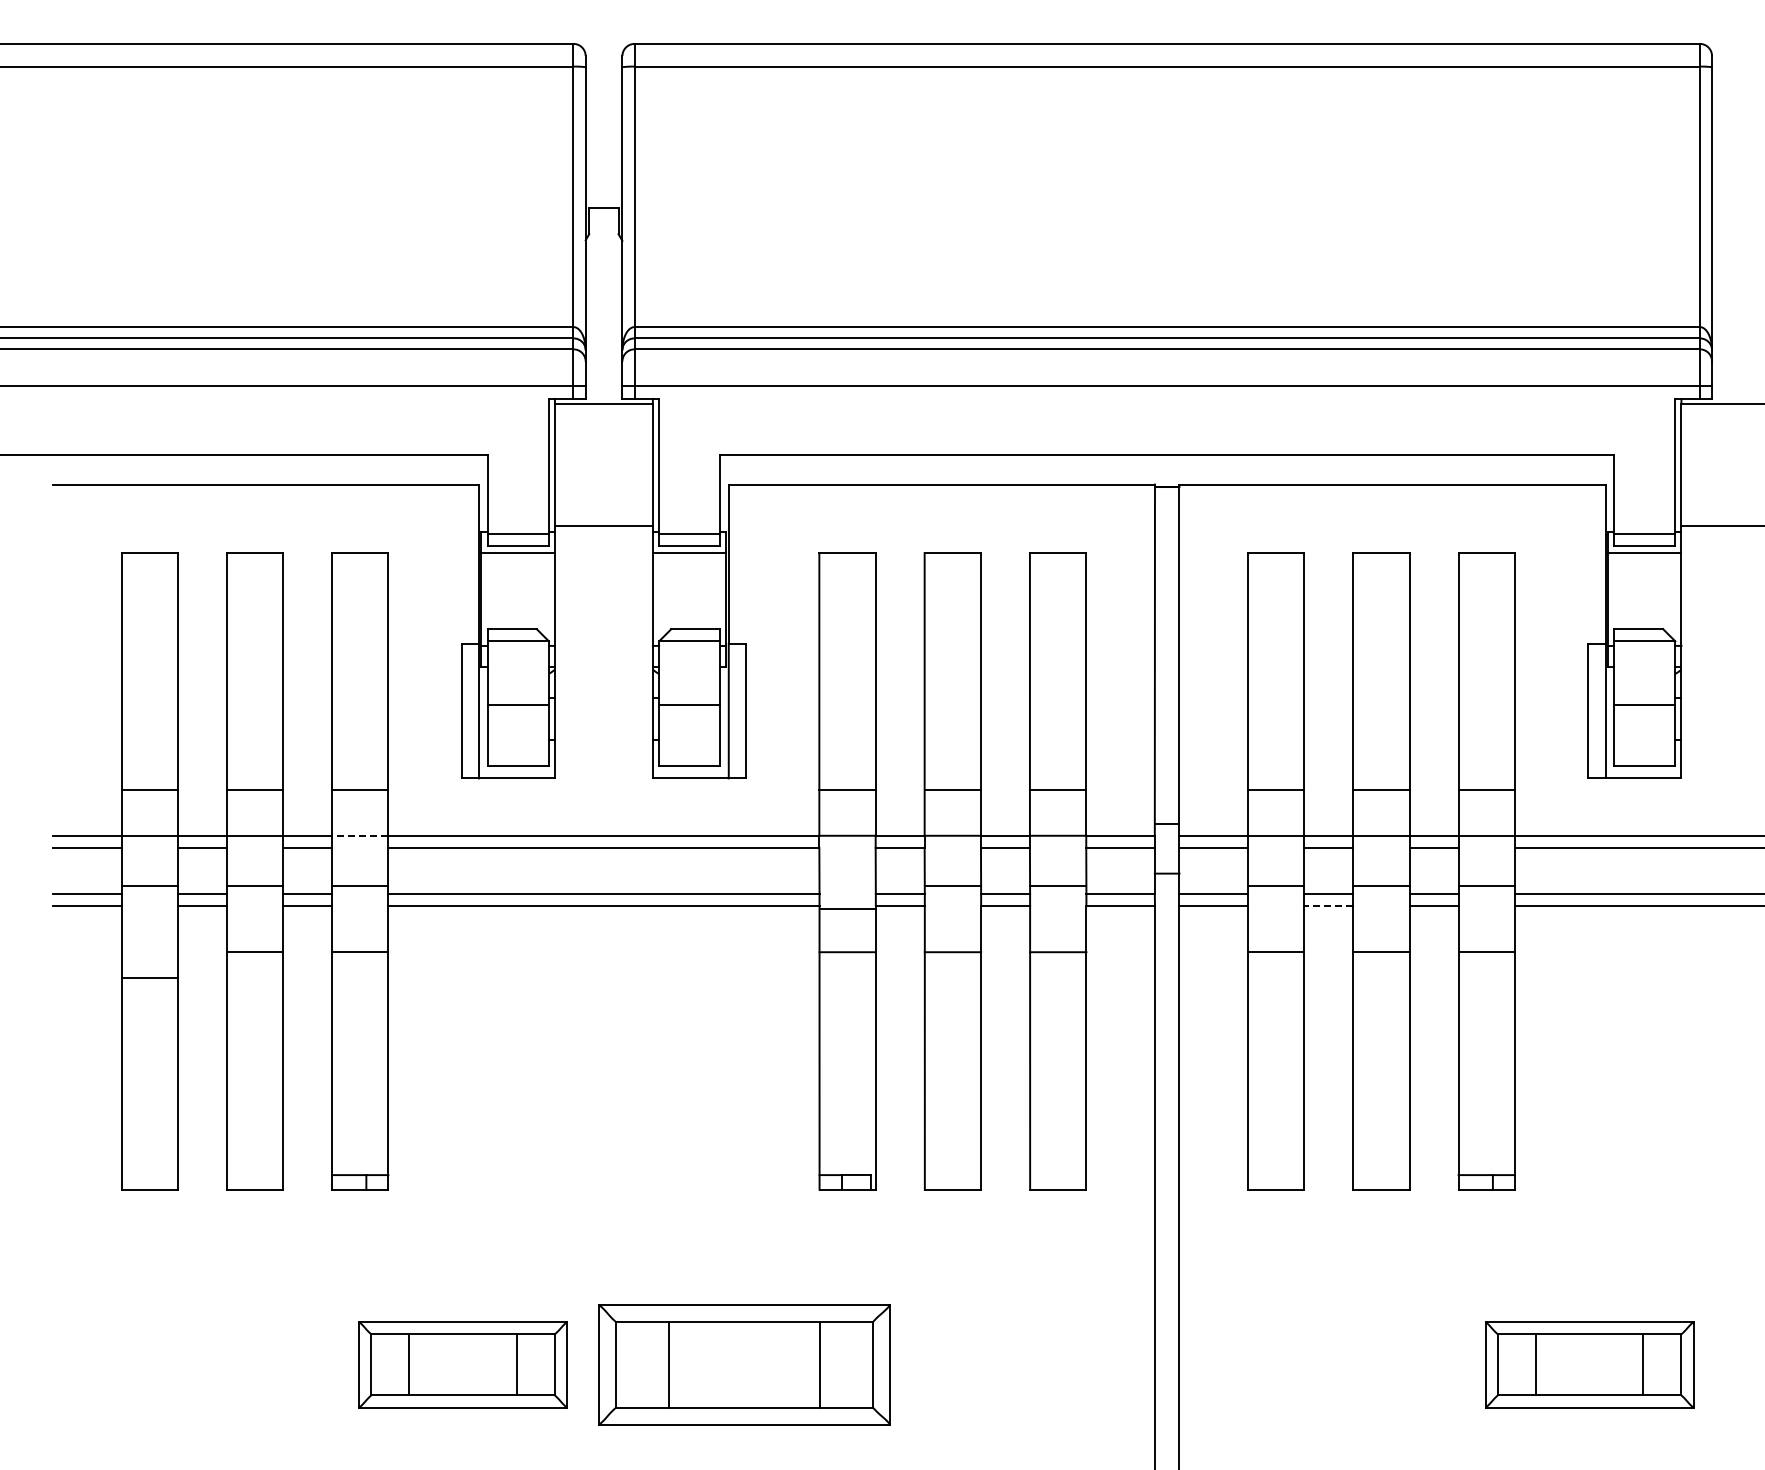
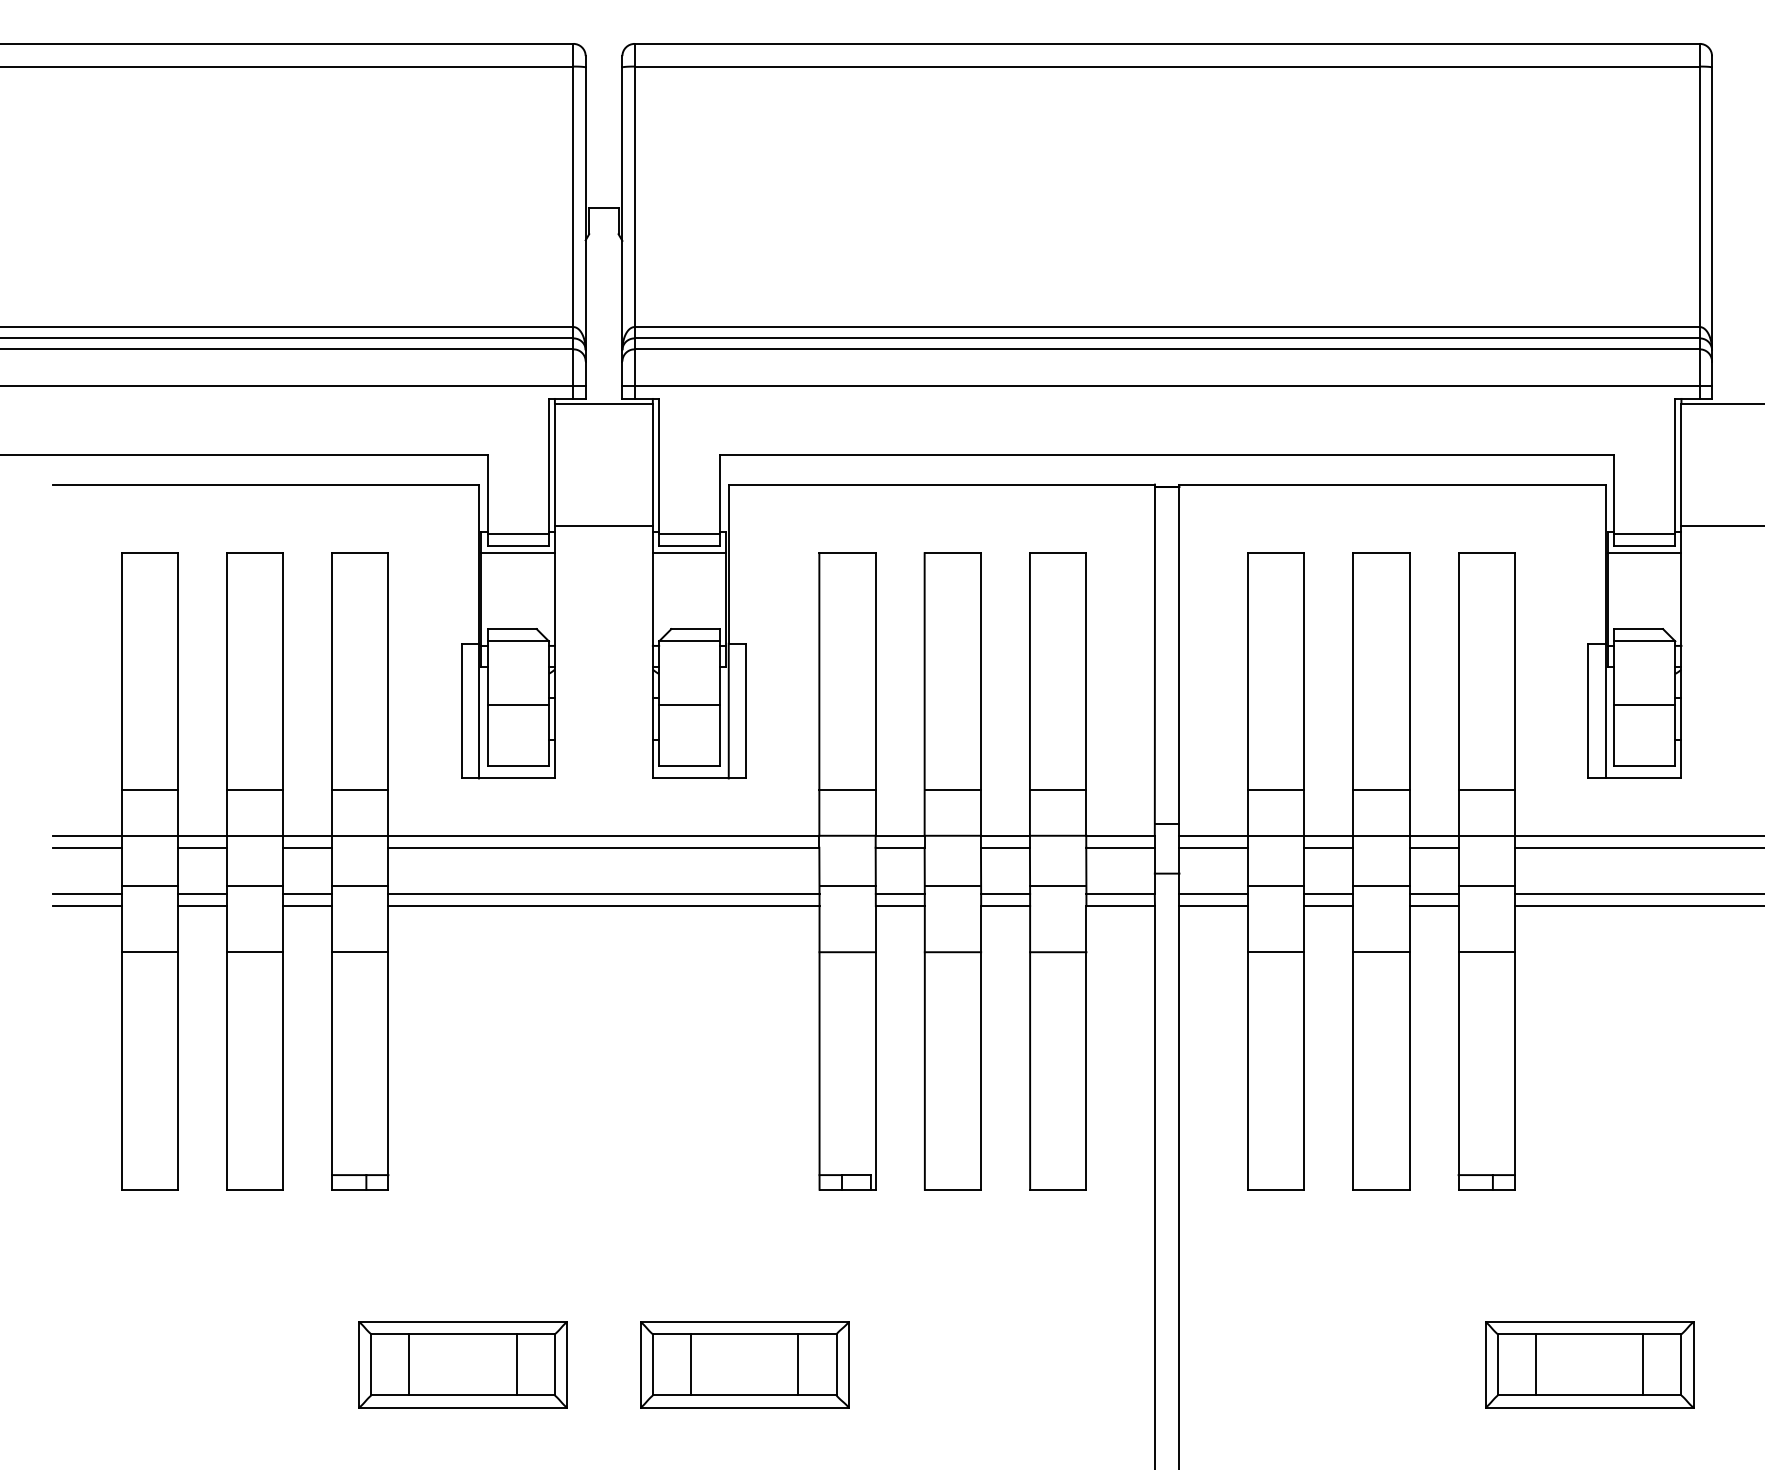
line at (359, 835): dashed -> solid
line at (1328, 906): dashed -> solid
line at (847, 908) position: (847, 908) -> (847, 885)
line at (149, 978) position: (149, 978) -> (149, 952)
part at (744, 1364) size: 293x122 px -> 210x88 px
